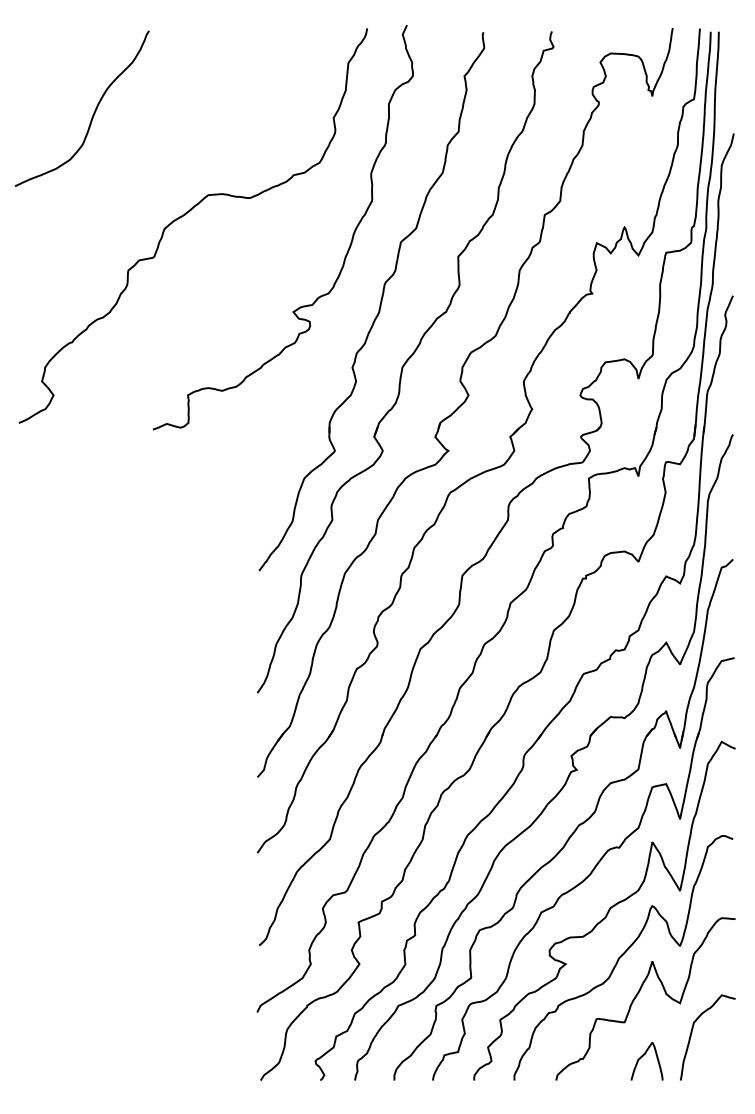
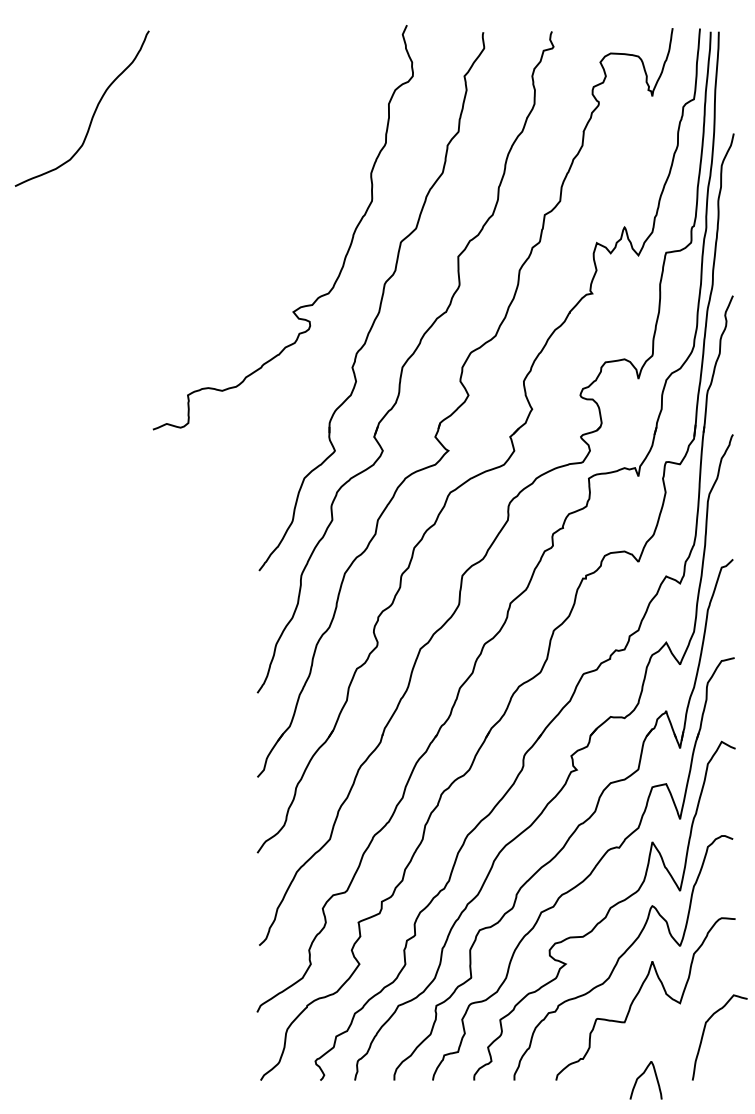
curve at (185, 215): present -> none
curve at (692, 1033) position: (692, 1033) -> (704, 1033)
curve at (642, 1057) position: (642, 1057) -> (641, 1076)
